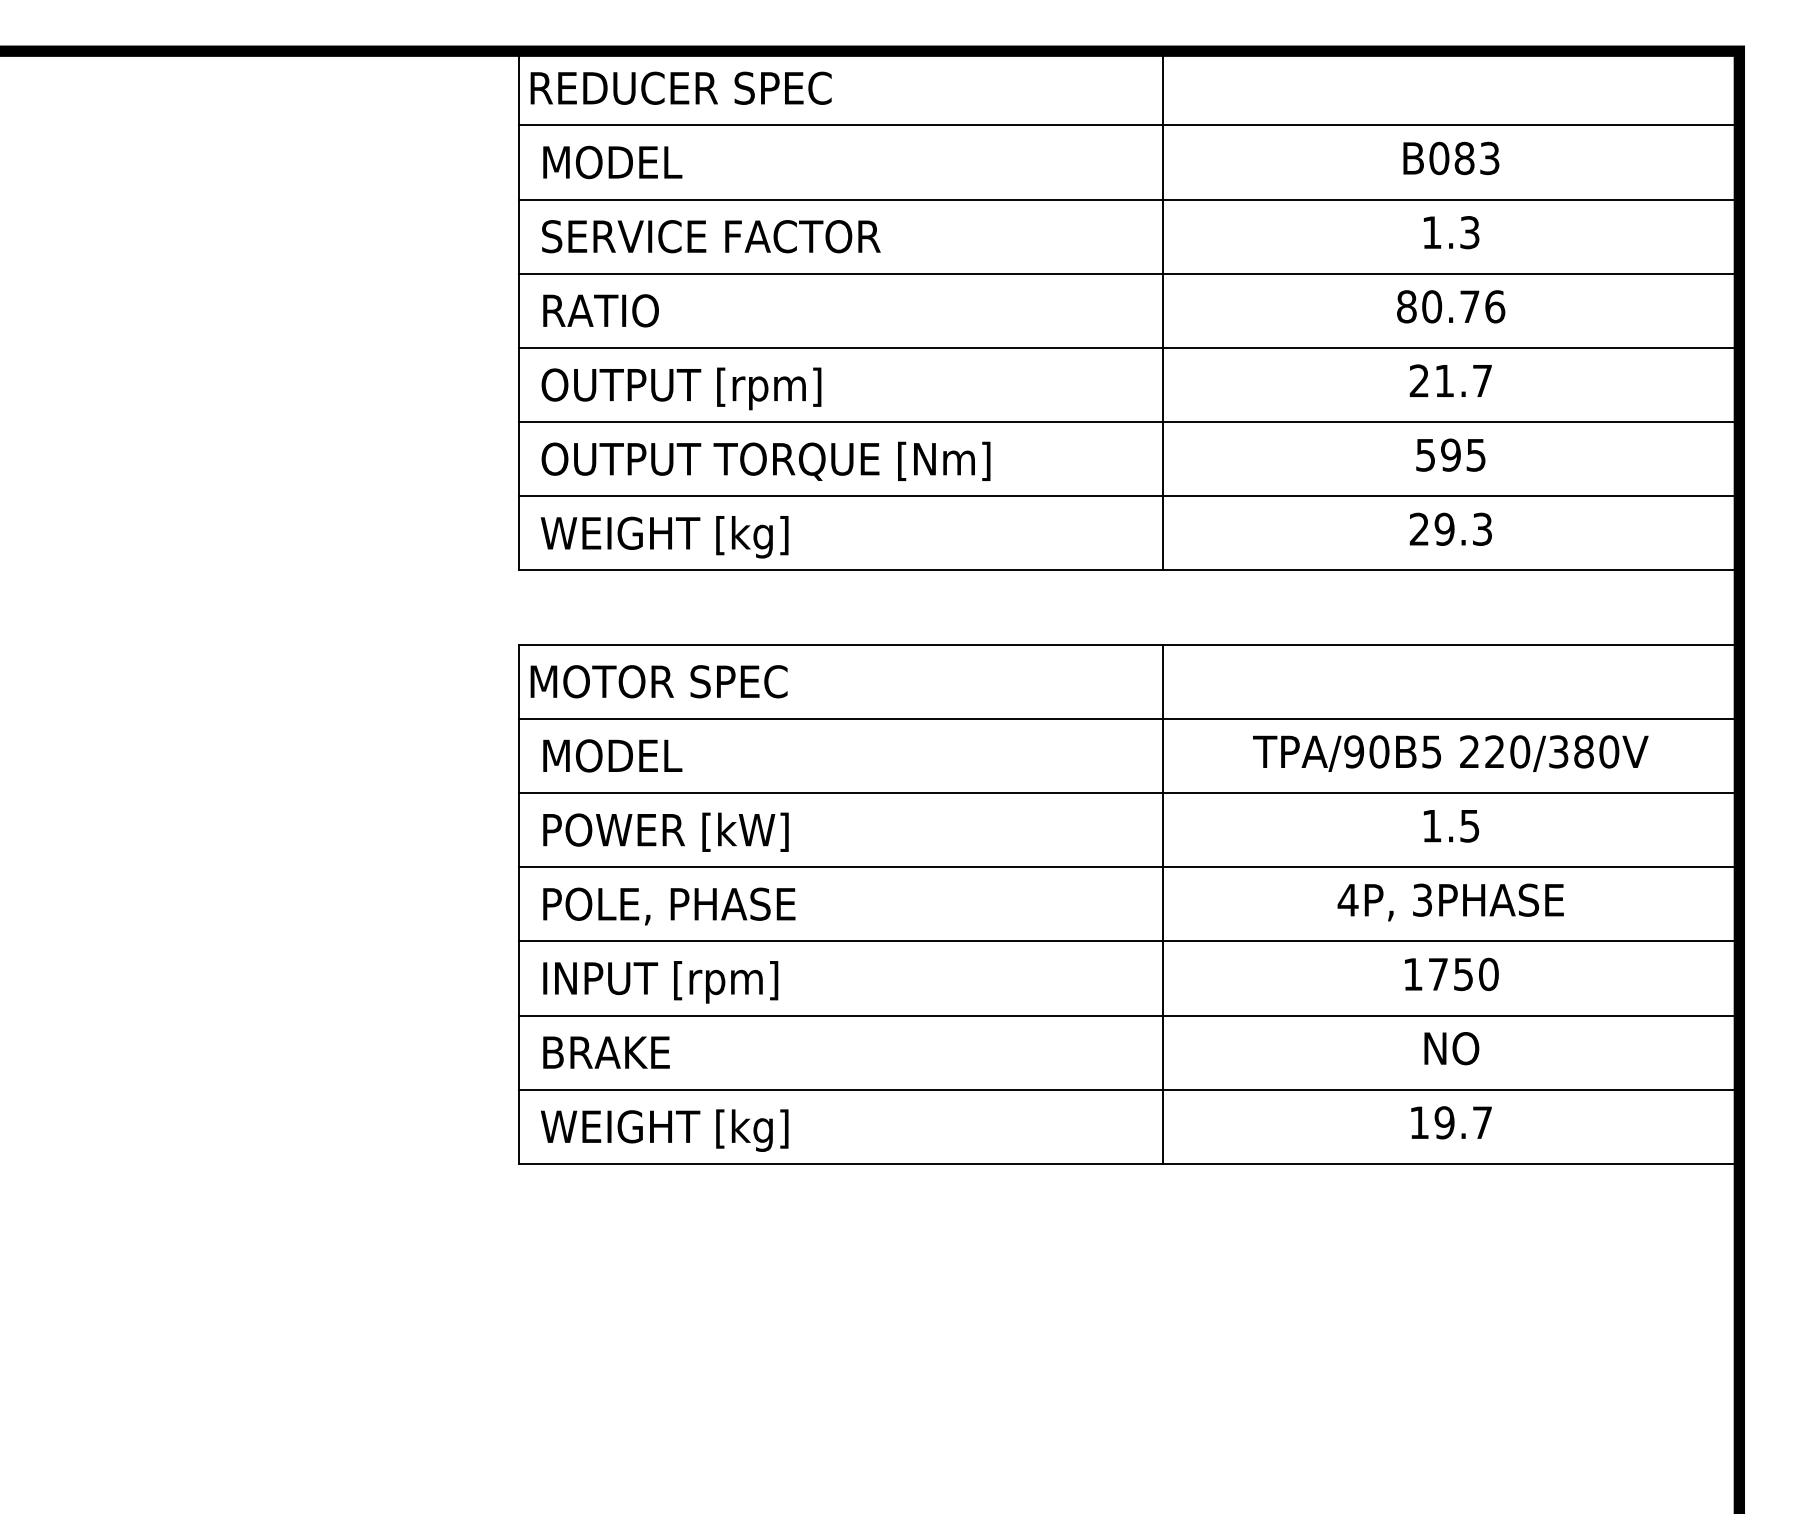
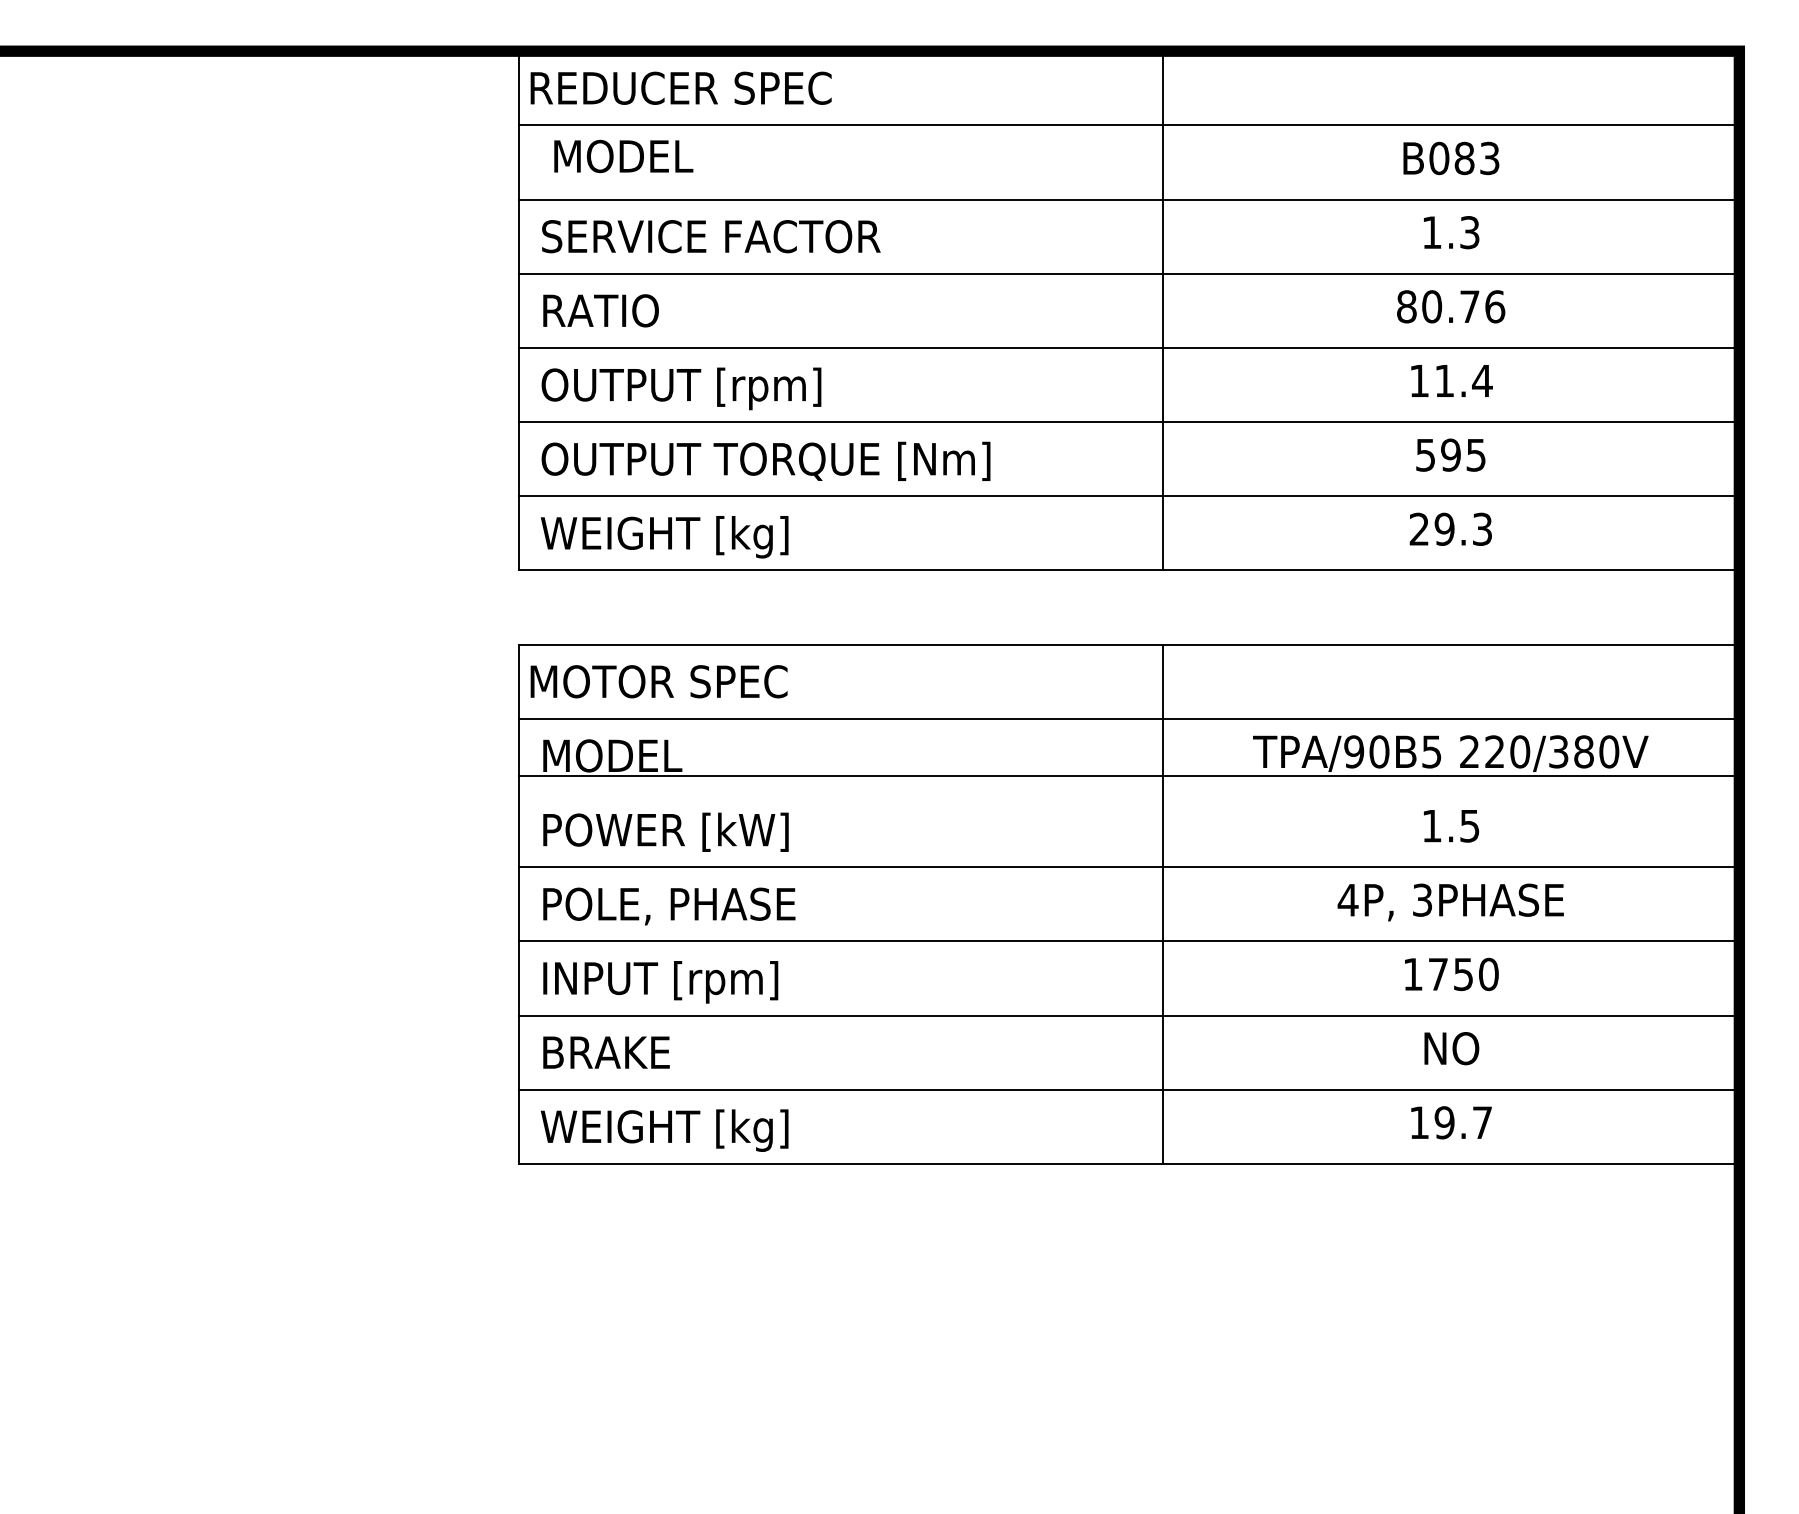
text at (612, 162) position: (612, 162) -> (623, 156)
text at (1450, 380): 21.7 -> 11.4
line at (1128, 793) position: (1128, 793) -> (1128, 776)
